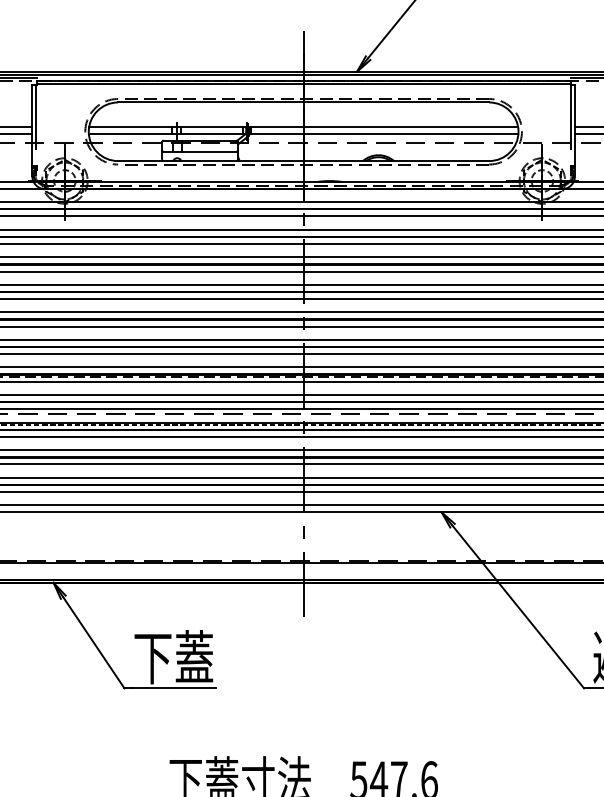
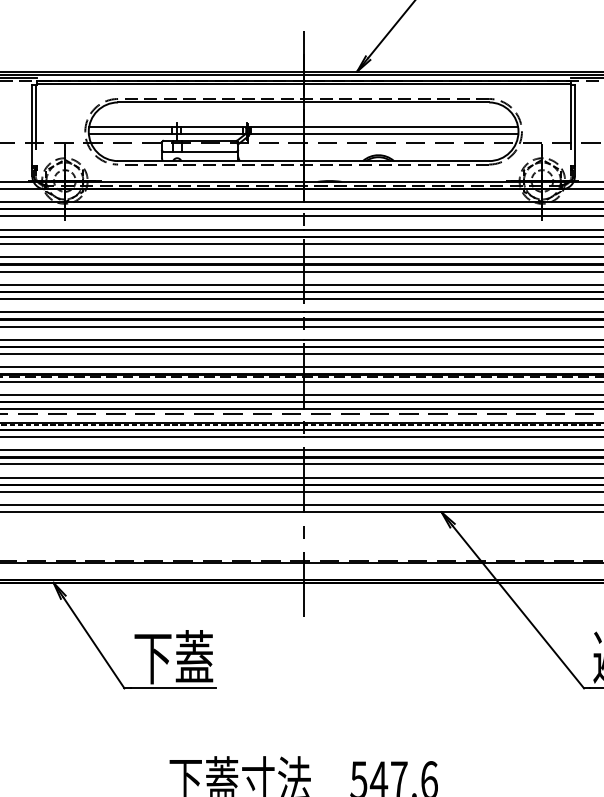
line at (17, 126): present -> none
line at (587, 126): present -> none
line at (17, 133): present -> none
line at (587, 133): present -> none
